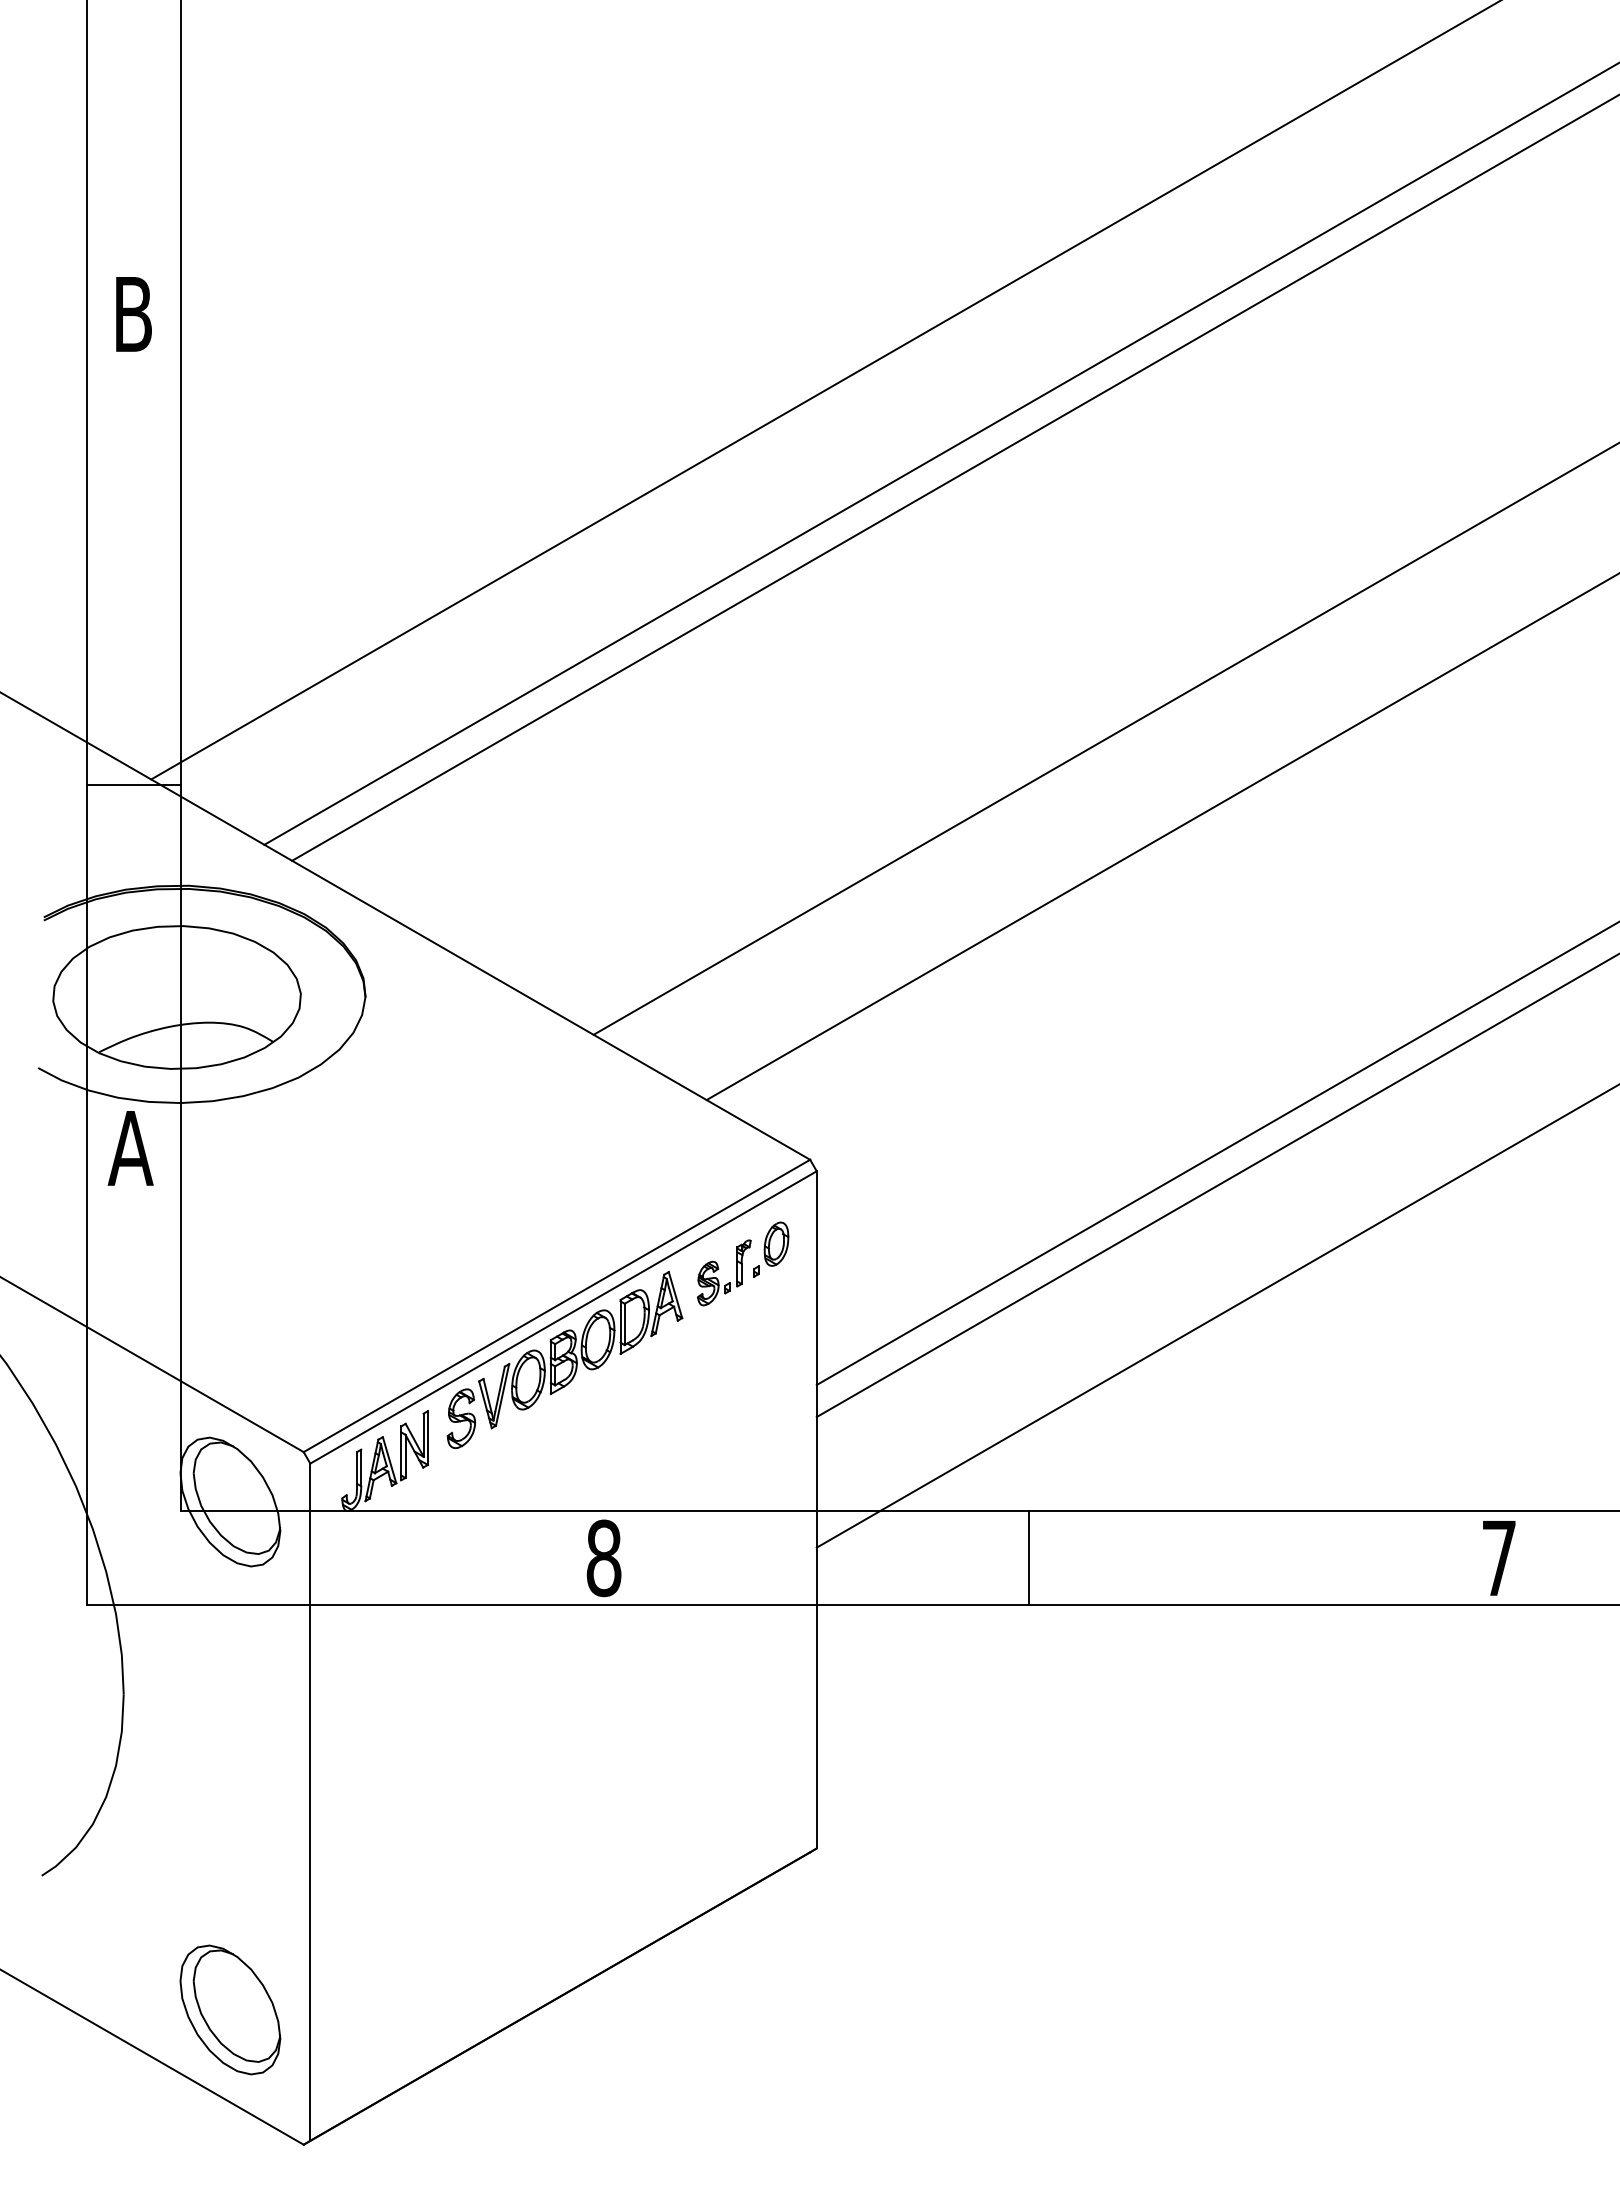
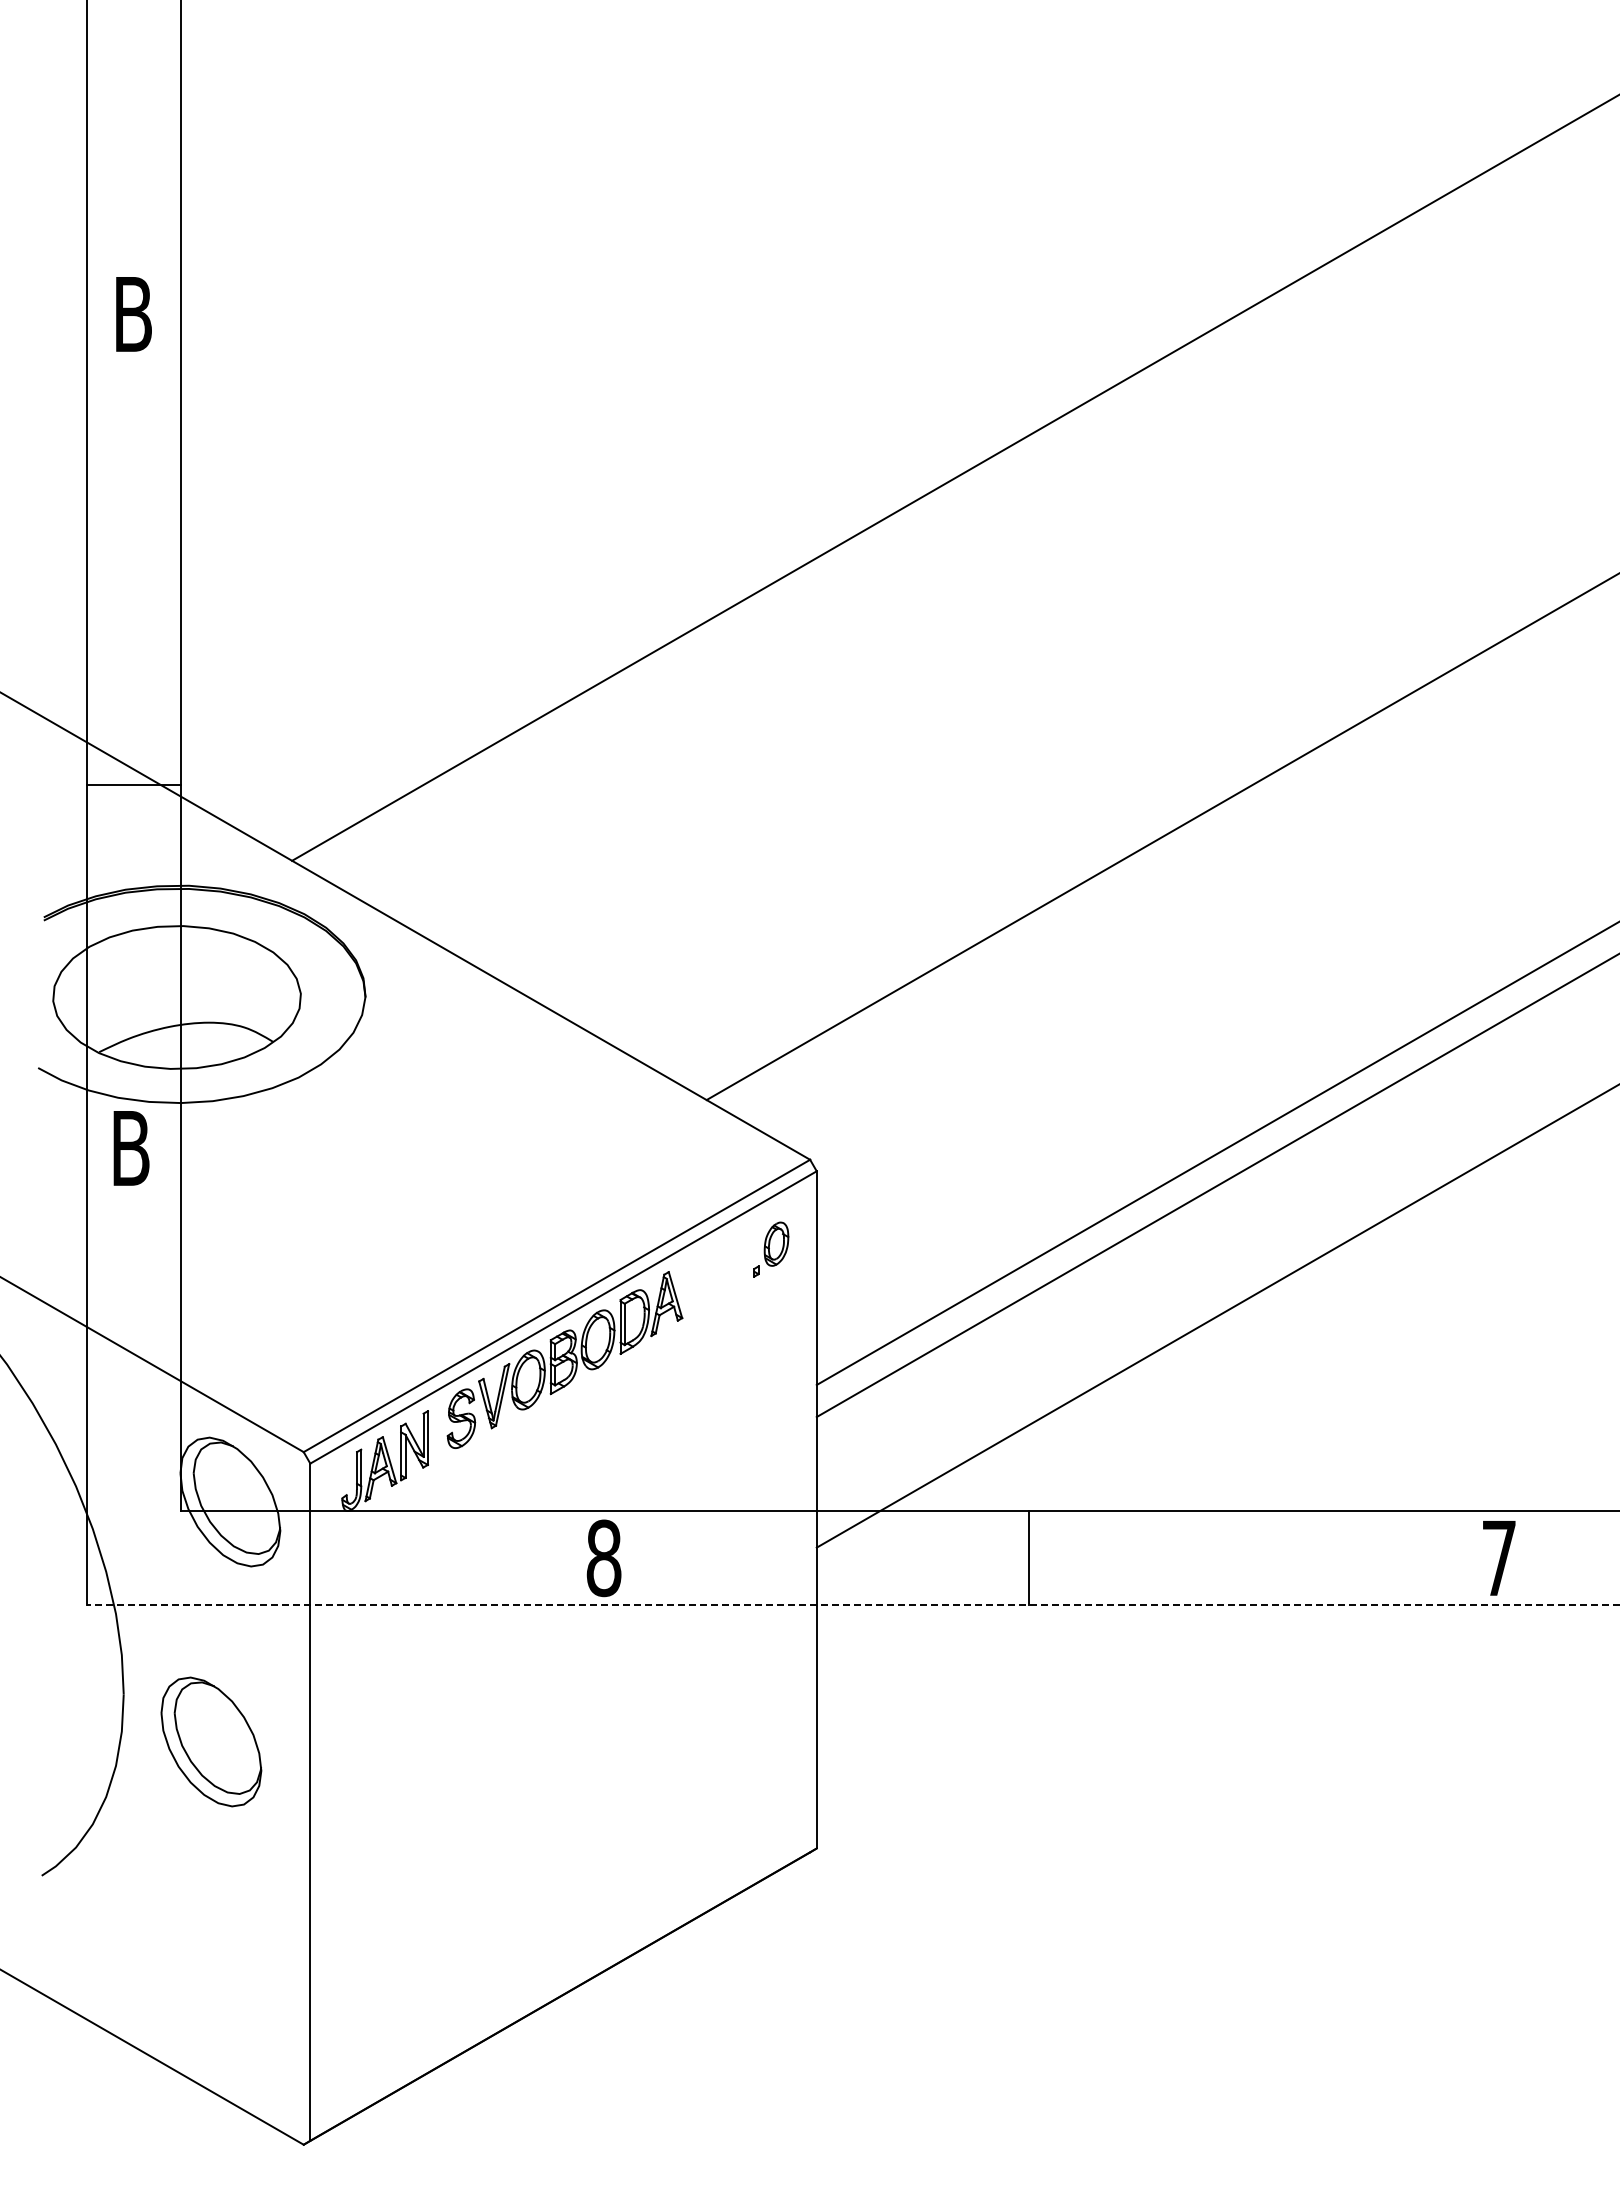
line at (824, 390): present -> none
line at (940, 454): present -> none
line at (1104, 739): present -> none
text at (130, 1148): A -> B
part at (719, 1268): present -> none
line at (853, 1605): solid -> dashed
part at (230, 2009) position: (230, 2009) -> (211, 1741)
